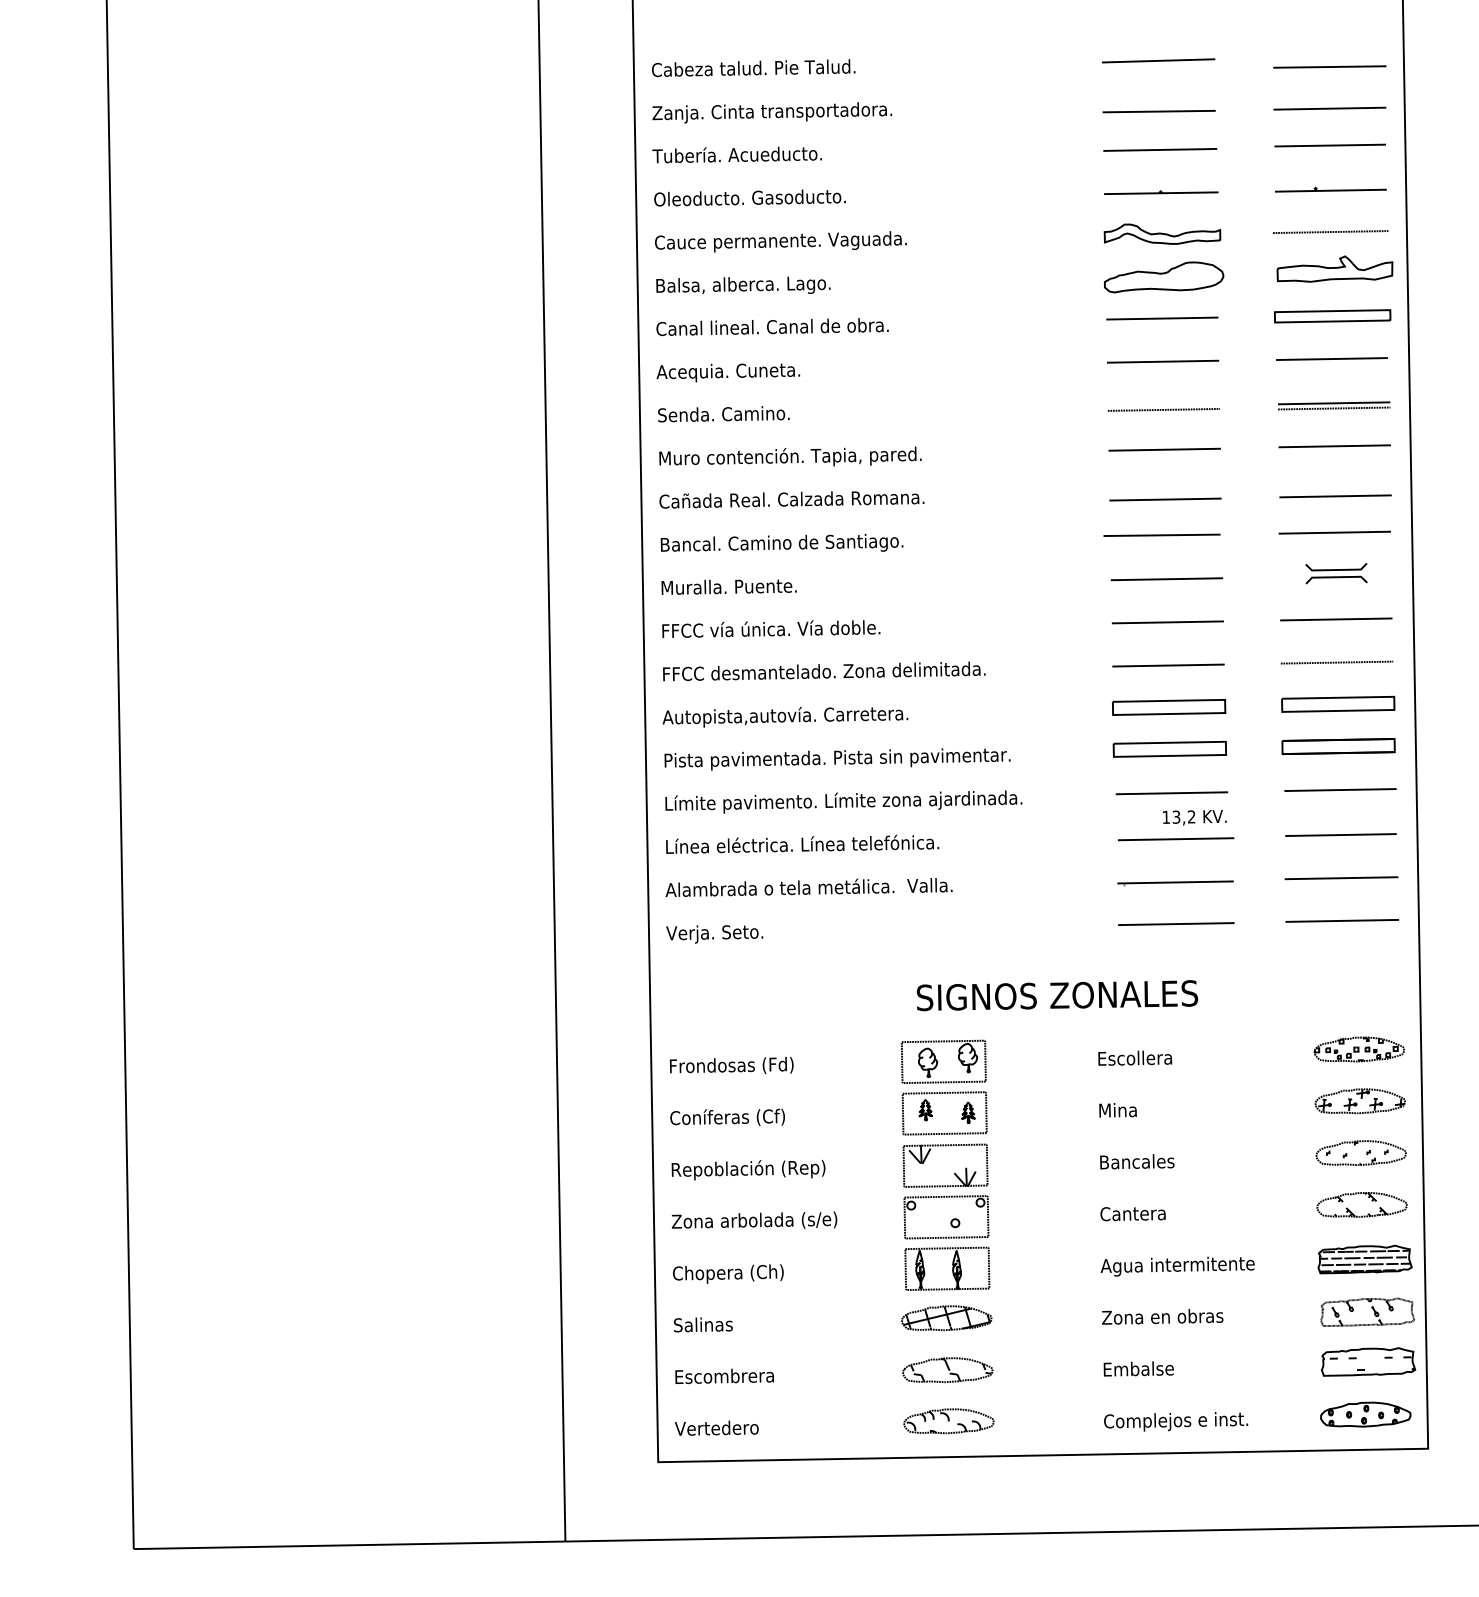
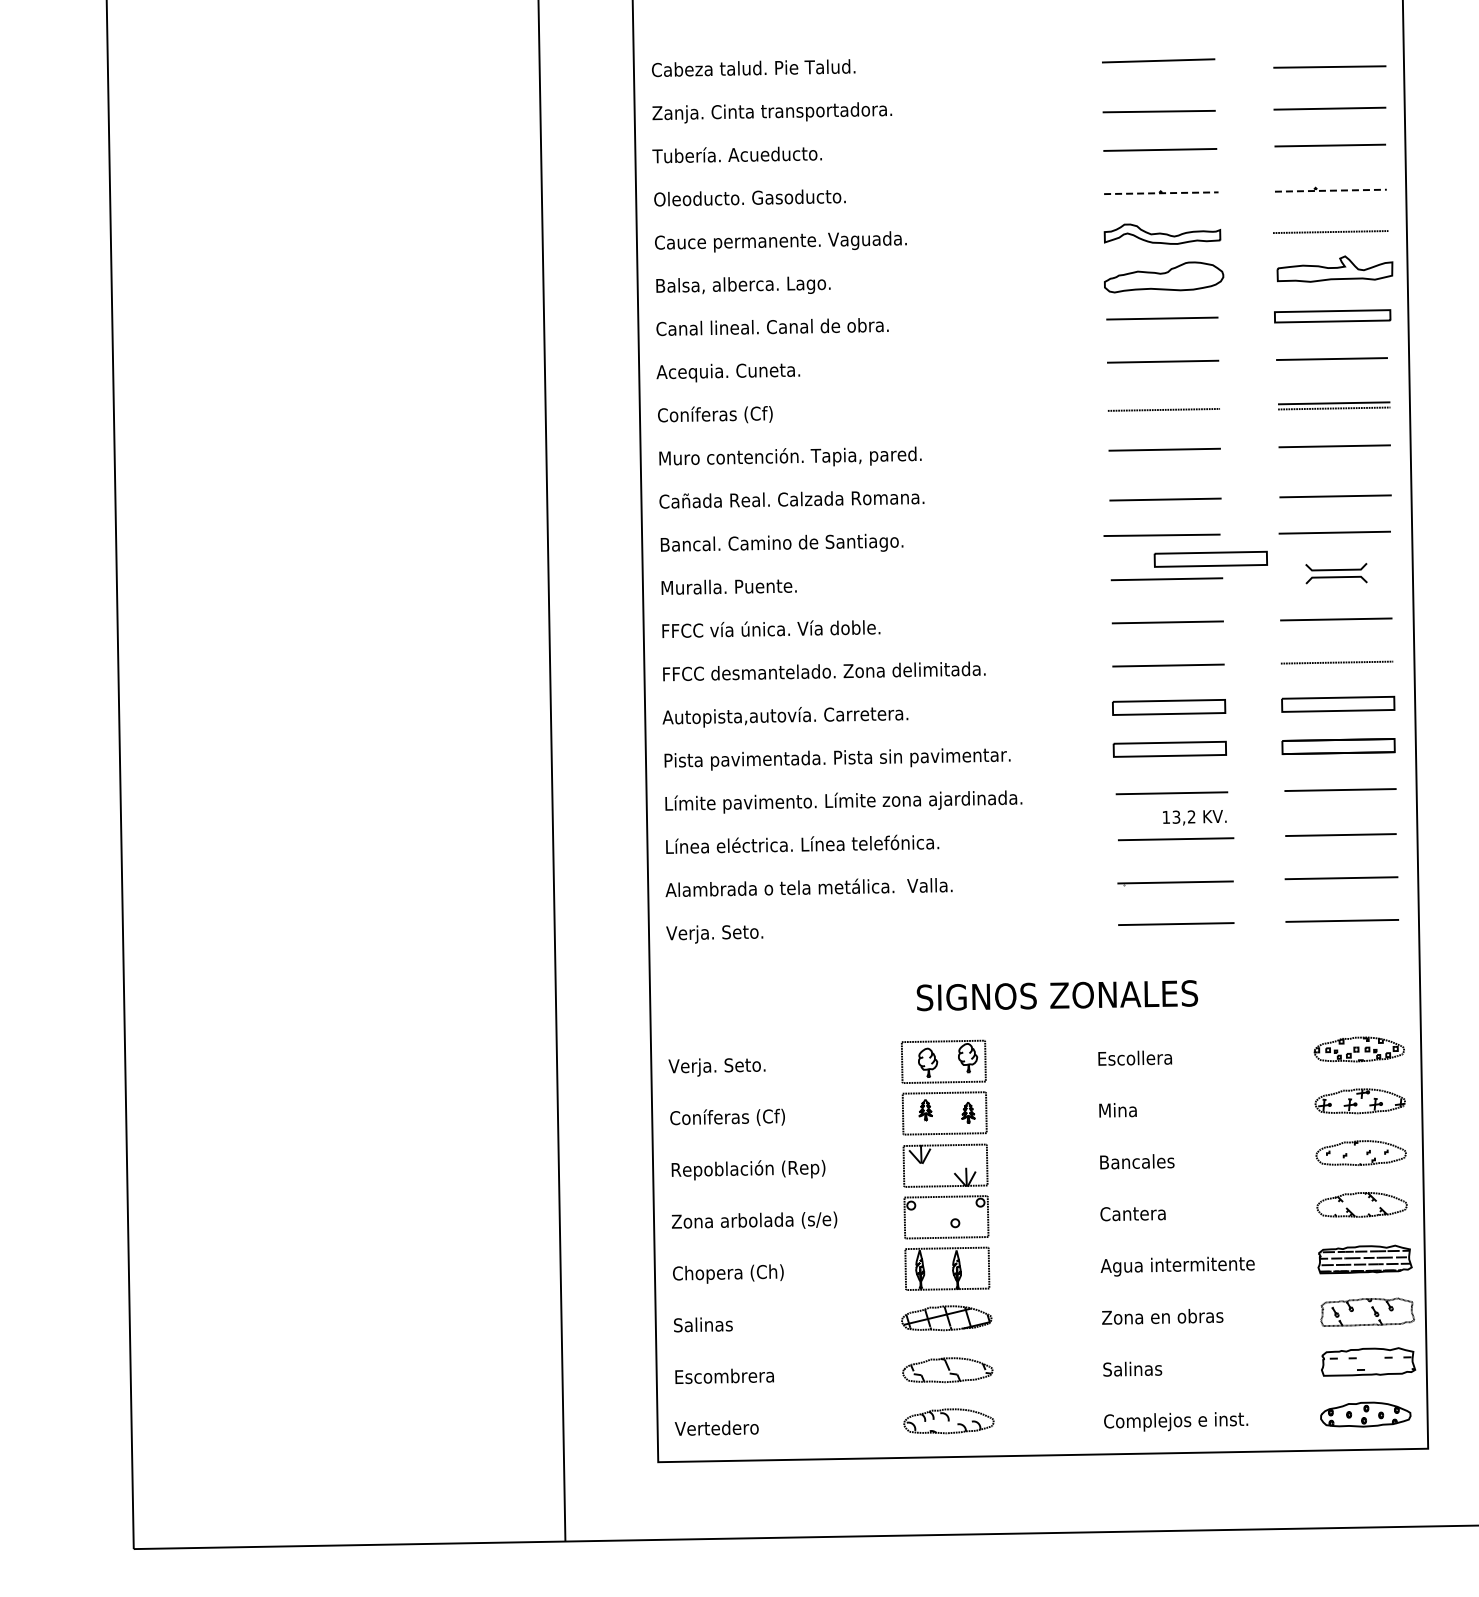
line at (1330, 190): solid -> dashed
line at (1161, 193): solid -> dashed
text at (723, 414): Senda. Camino. -> Coníferas (Cf)
part at (1210, 558): none -> present
text at (730, 1066): Frondosas (Fd) -> Verja. Seto.
text at (1138, 1368): Embalse -> Salinas
